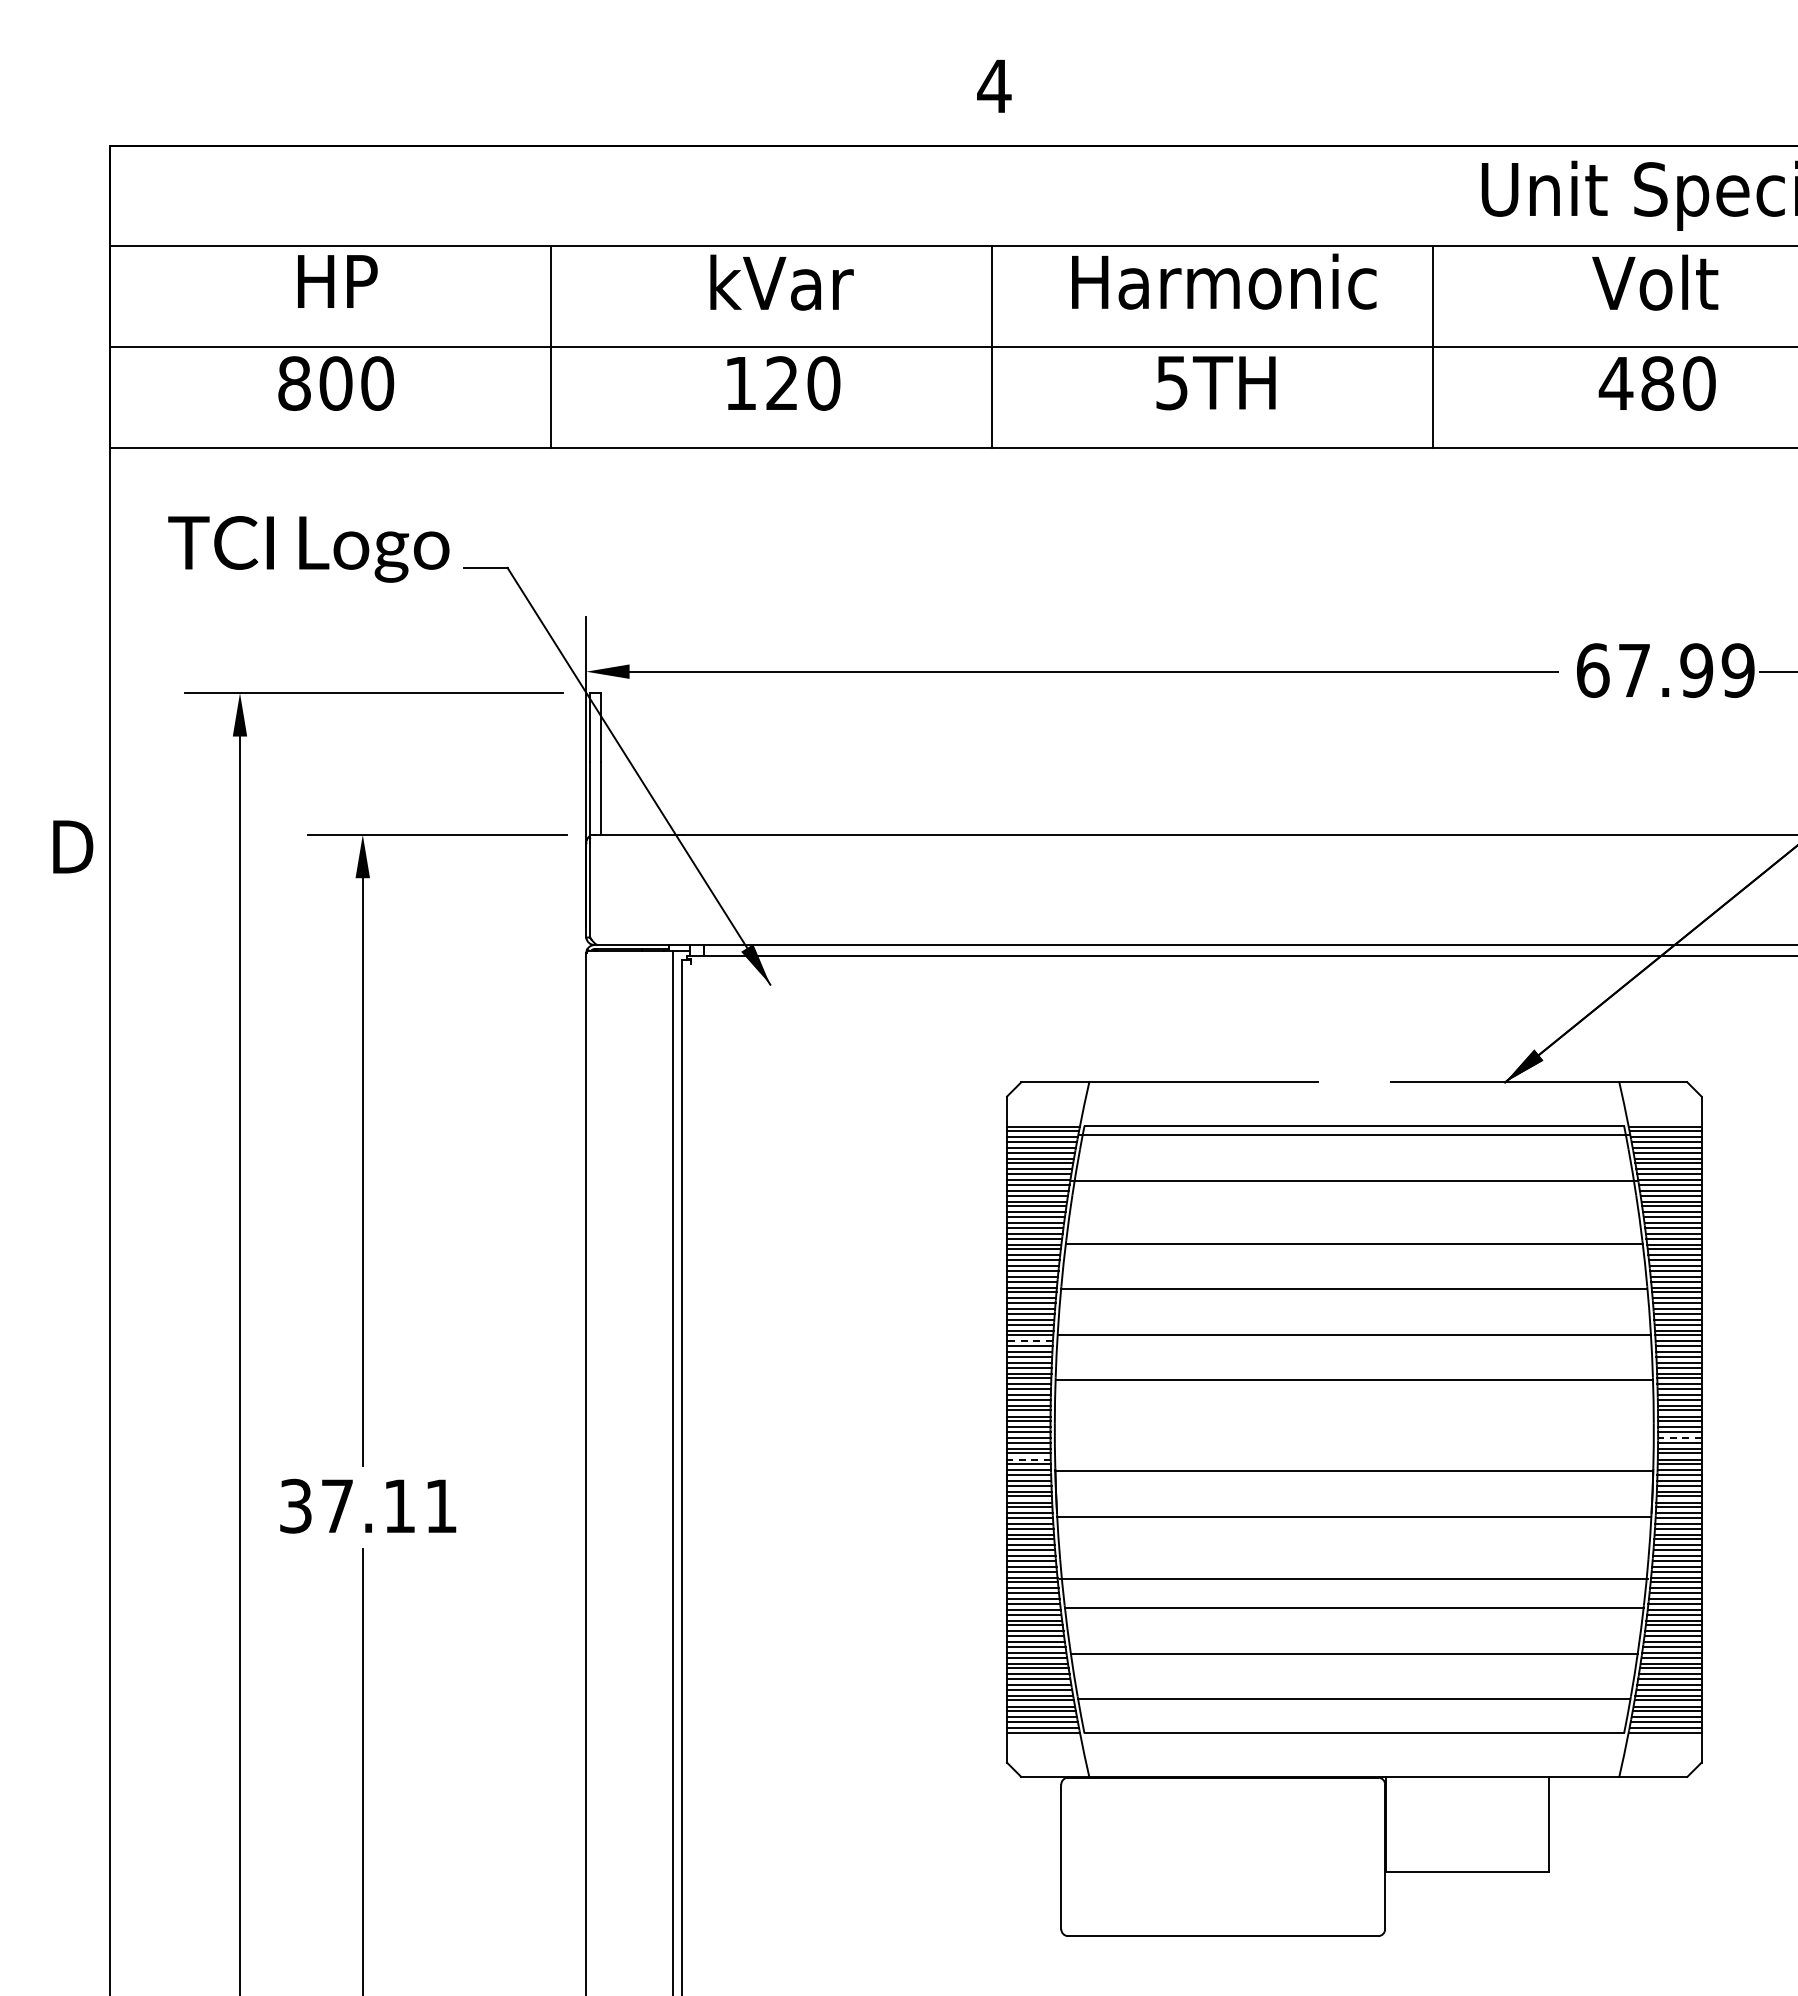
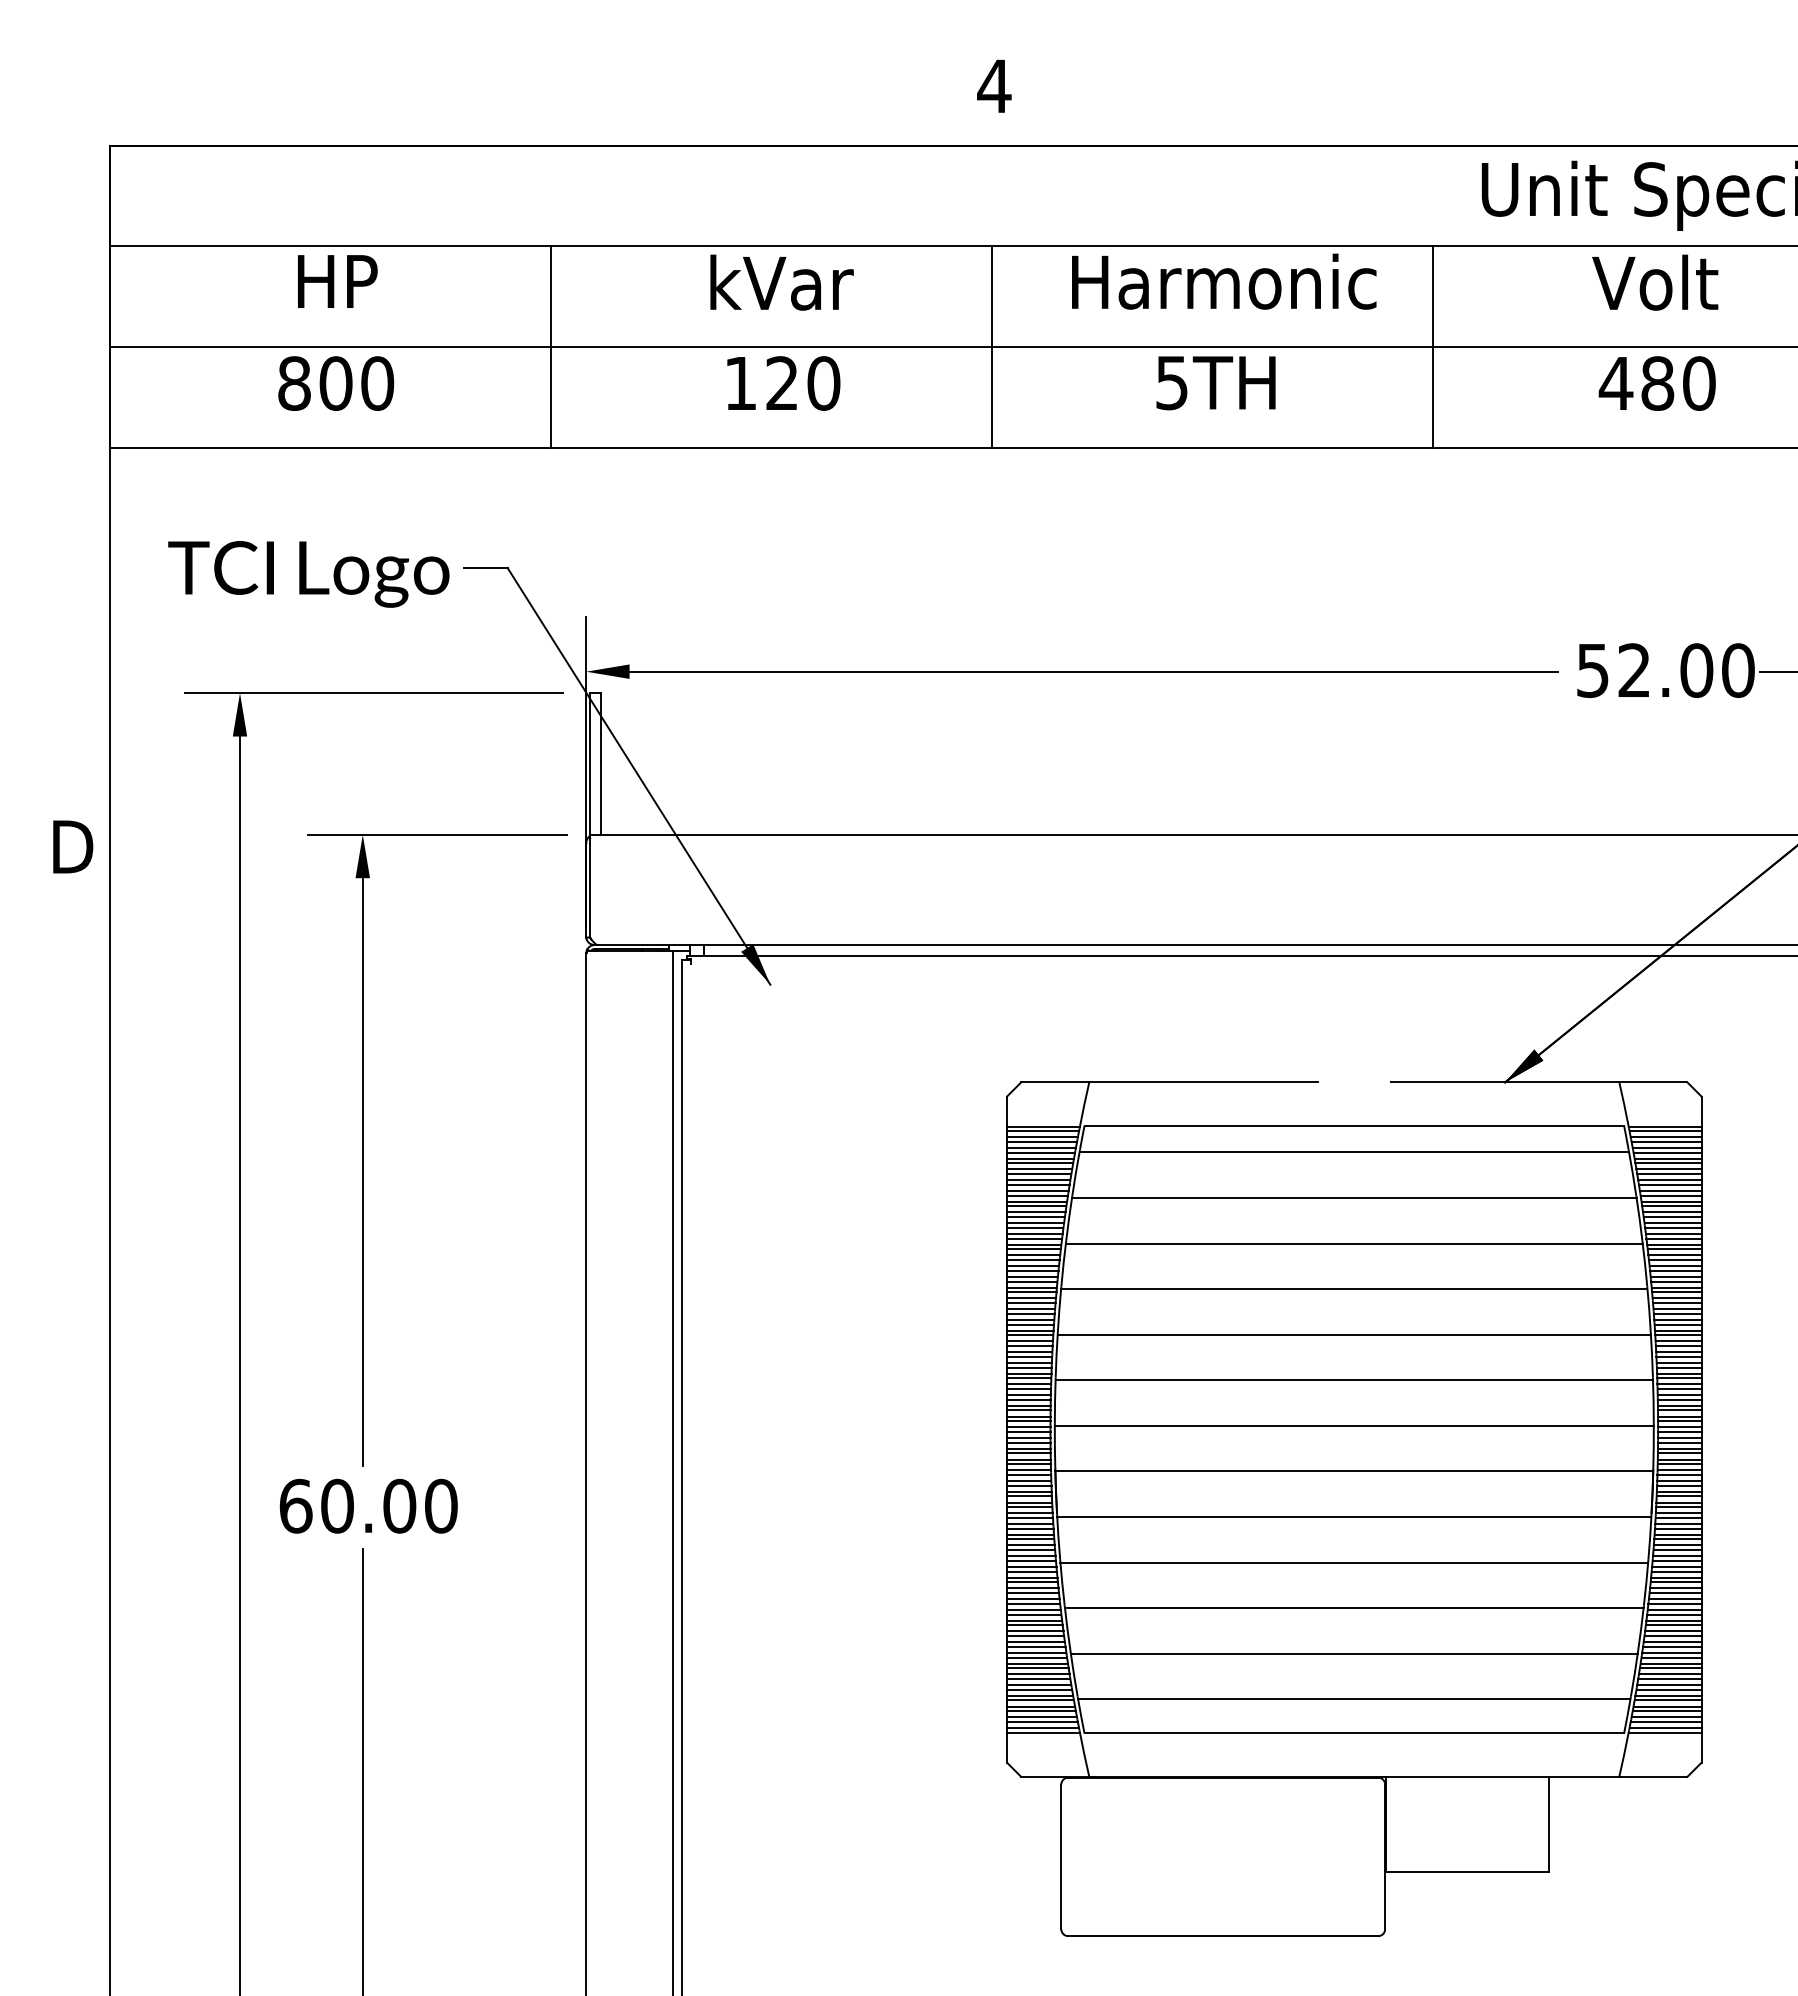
text at (308, 549) position: (308, 549) -> (308, 574)
text at (1665, 670): 67.99 -> 52.00
line at (1354, 1135) position: (1354, 1135) -> (1354, 1152)
line at (1354, 1180) position: (1354, 1180) -> (1354, 1197)
line at (1030, 1341): dashed -> solid
line at (1353, 1425): none -> present
line at (1679, 1438): dashed -> solid
line at (1028, 1459): dashed -> solid
text at (368, 1505): 37.11 -> 60.00
line at (1354, 1578) position: (1354, 1578) -> (1354, 1562)
